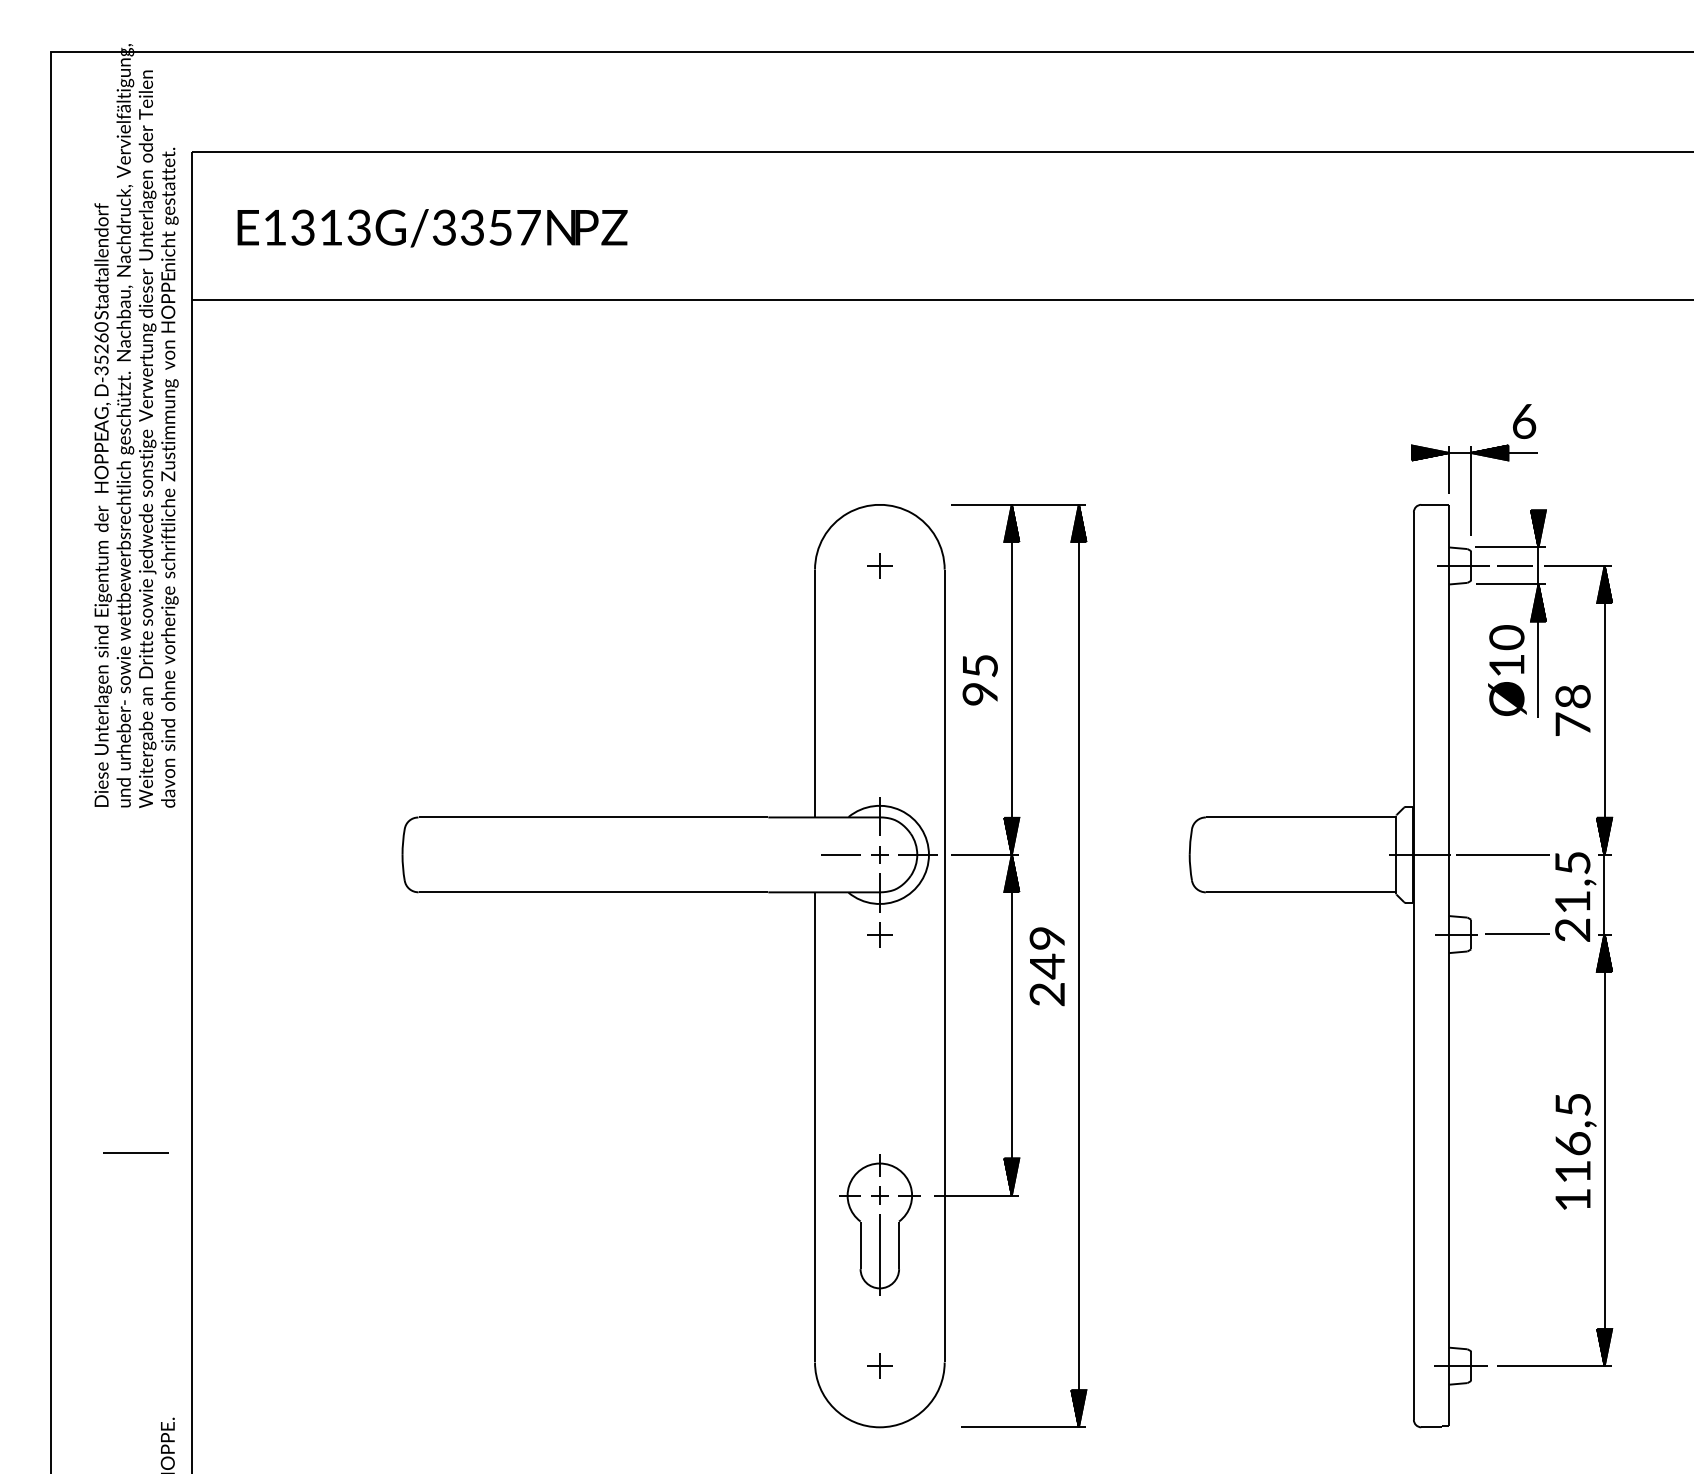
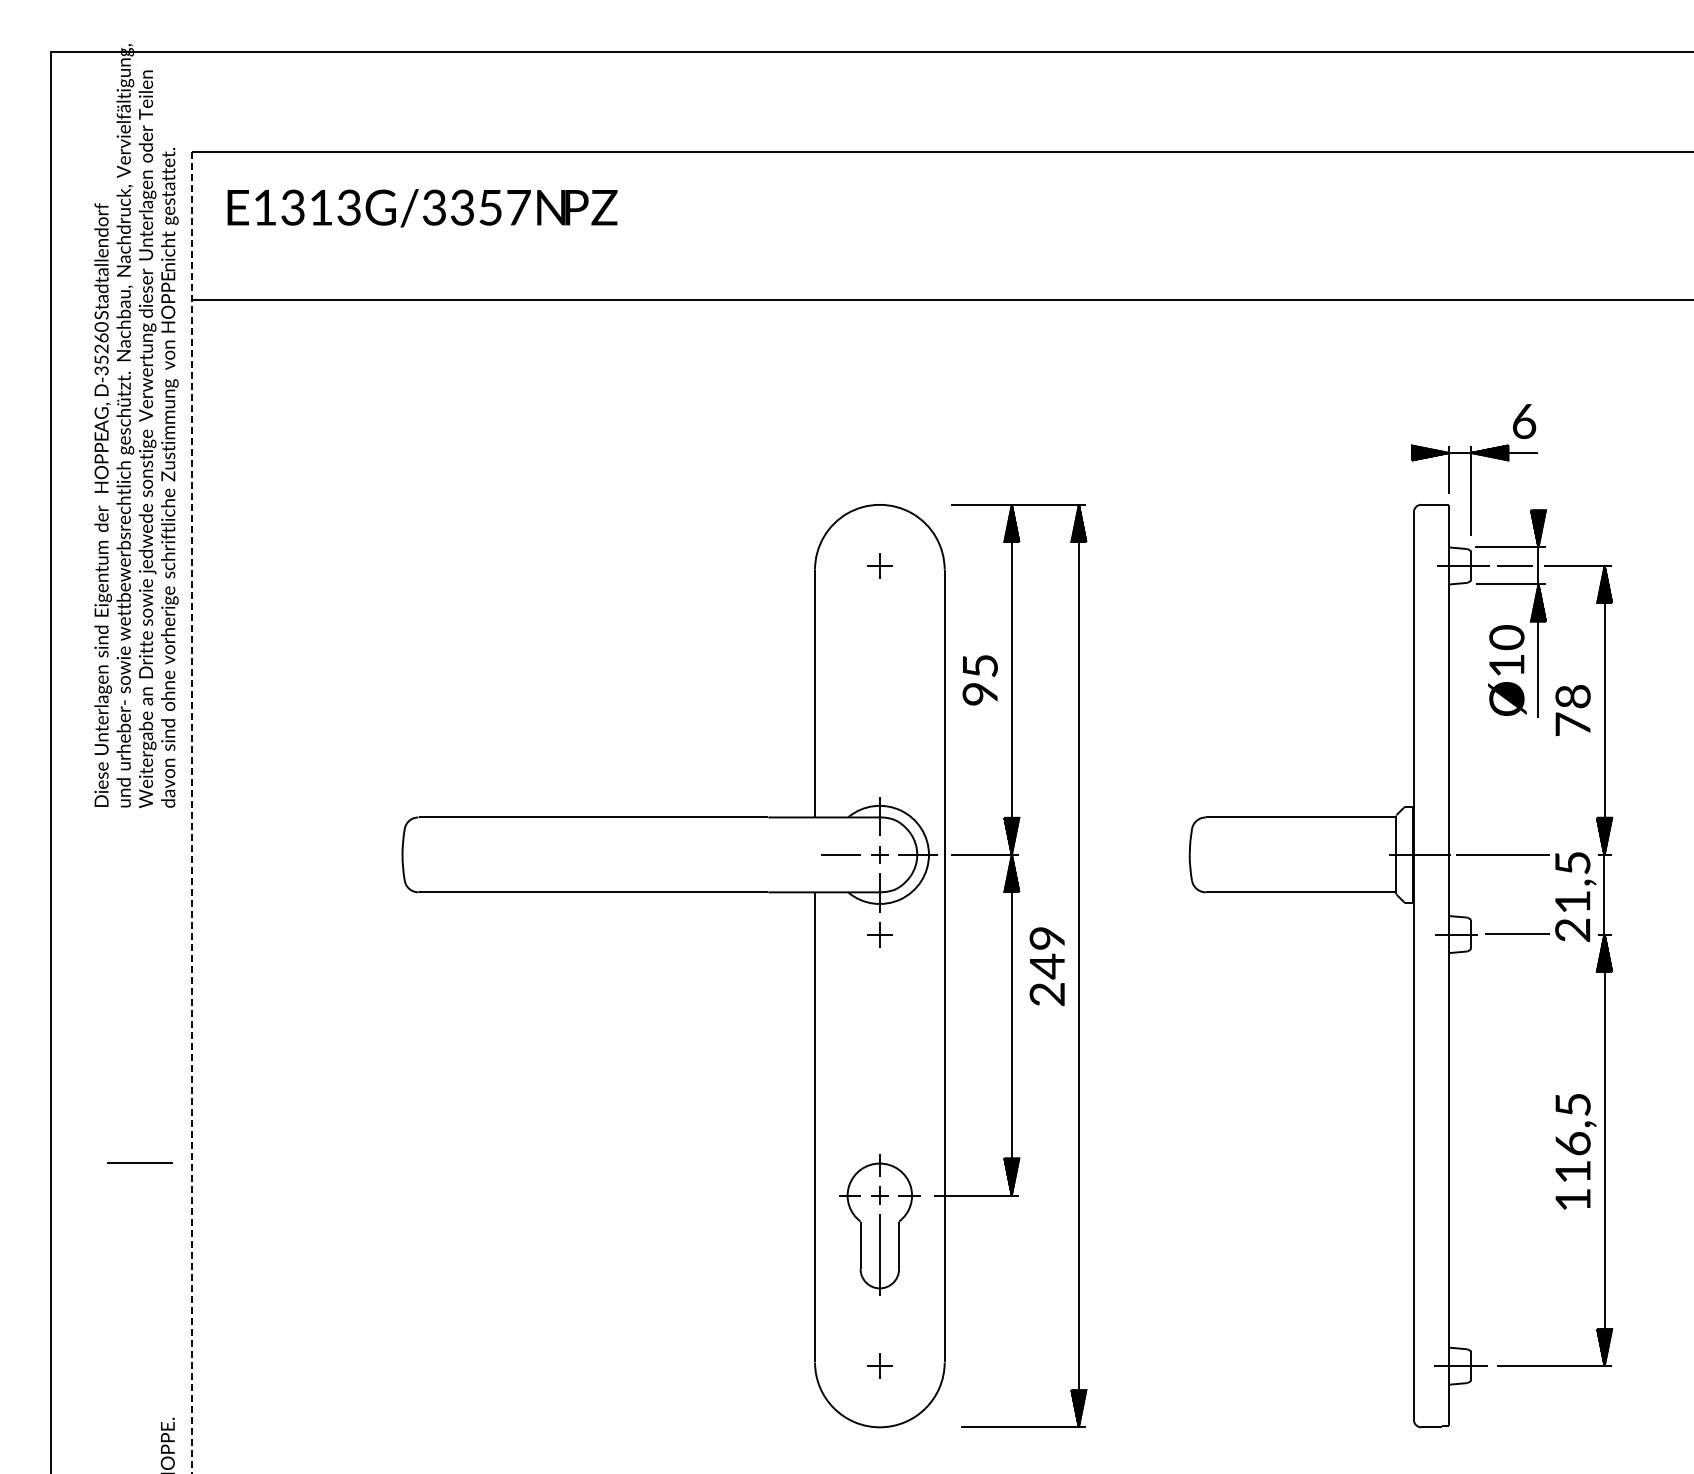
text at (432, 228) position: (432, 228) -> (422, 208)
line at (191, 812): solid -> dashed
line at (135, 1152) position: (135, 1152) -> (139, 1162)
